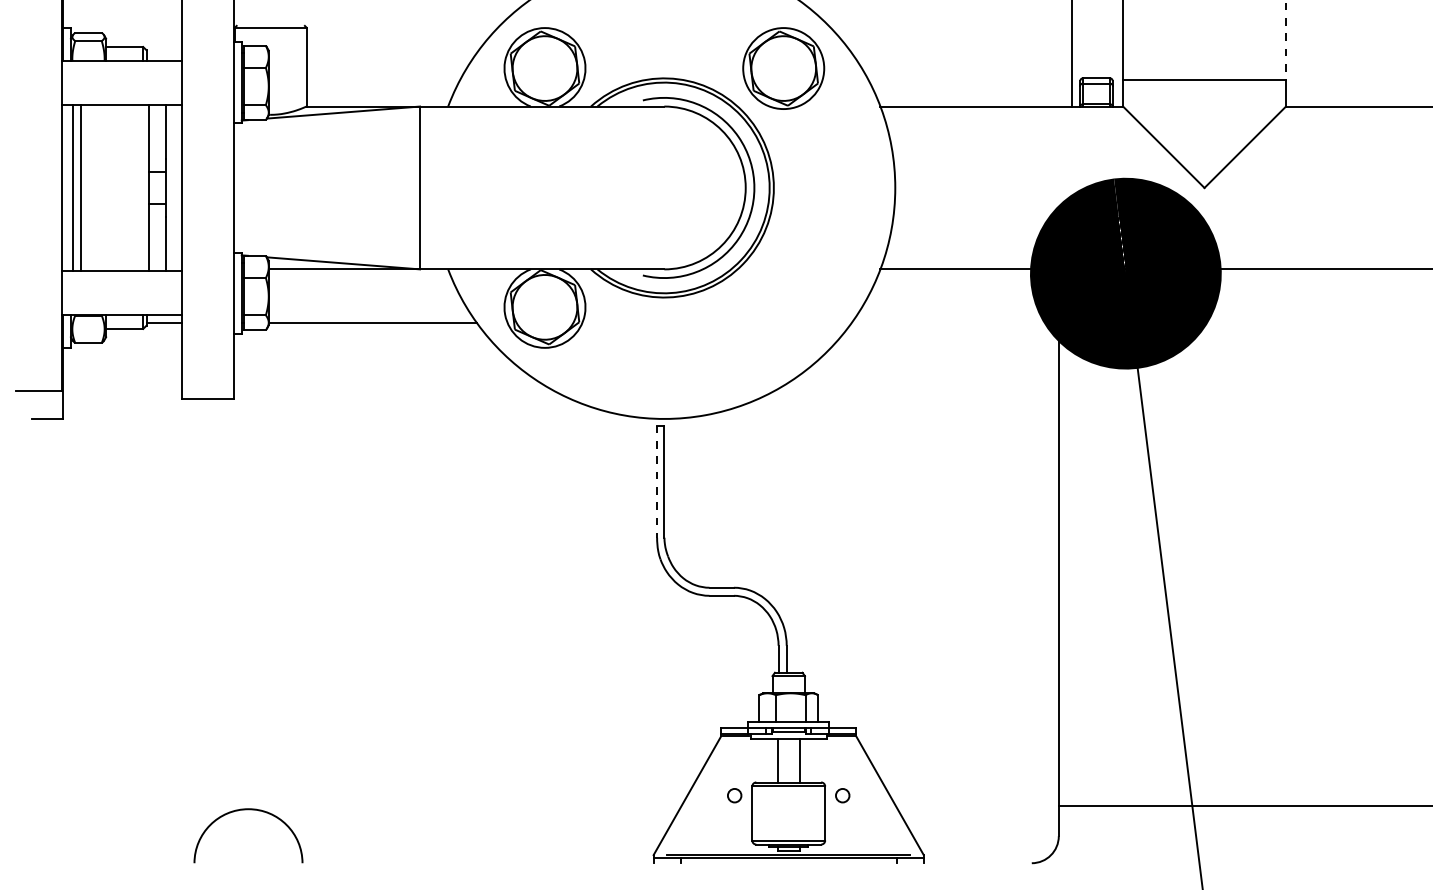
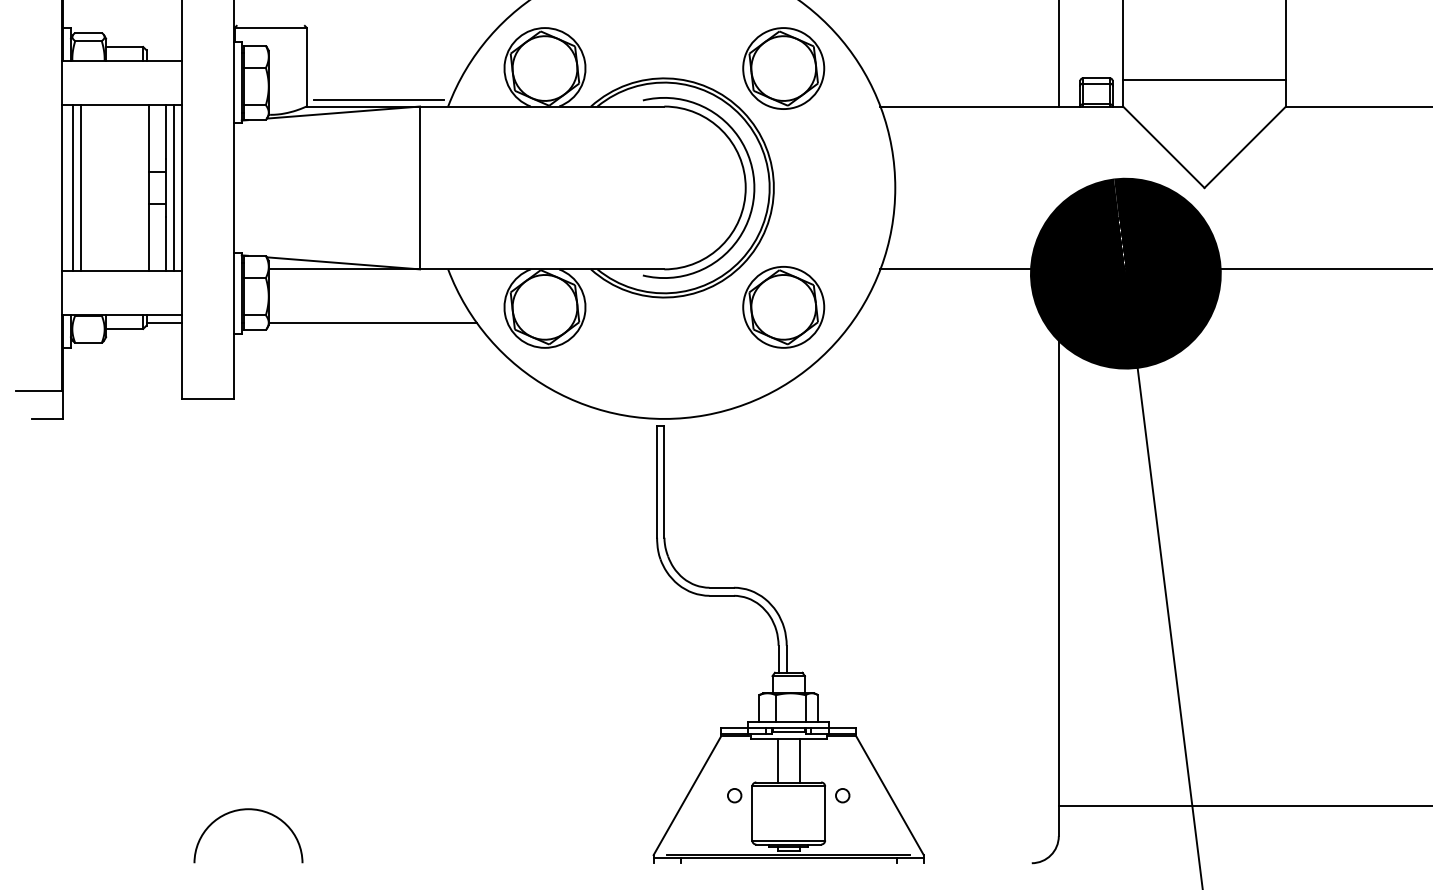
line at (1286, 40): dashed -> solid
line at (1071, 54) position: (1071, 54) -> (1058, 54)
line at (378, 100): none -> present
line at (174, 187): none -> present
part at (783, 307): none -> present
line at (657, 482): dashed -> solid
